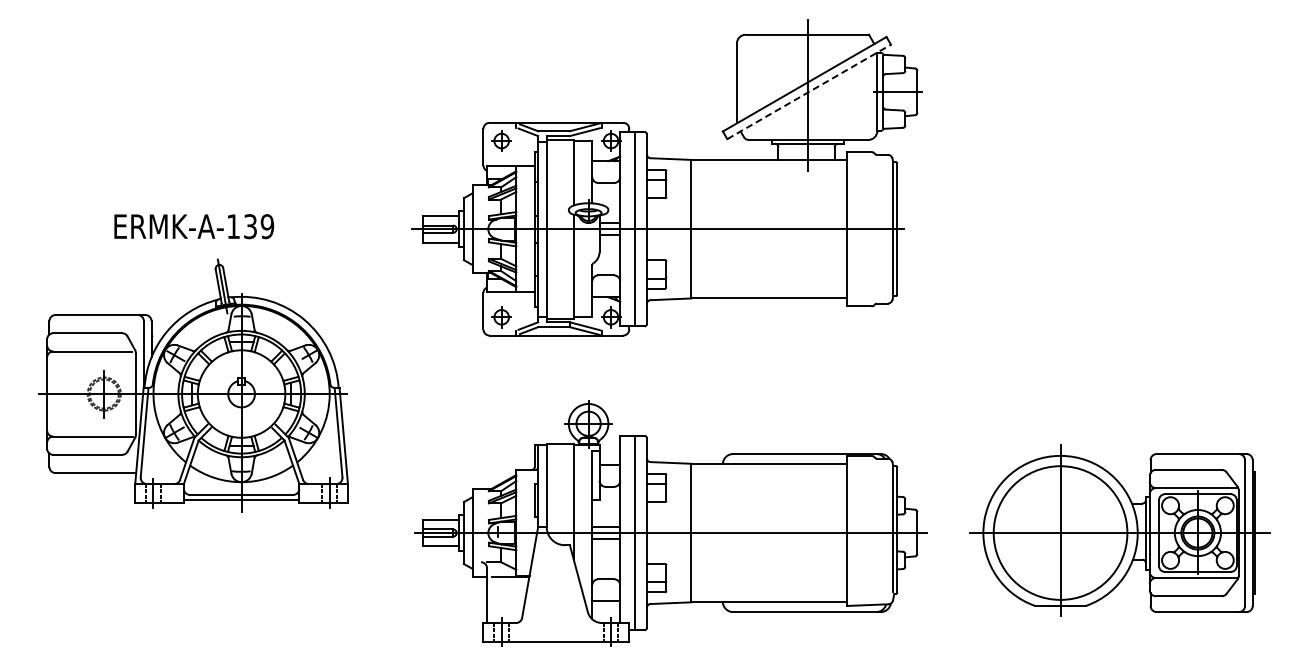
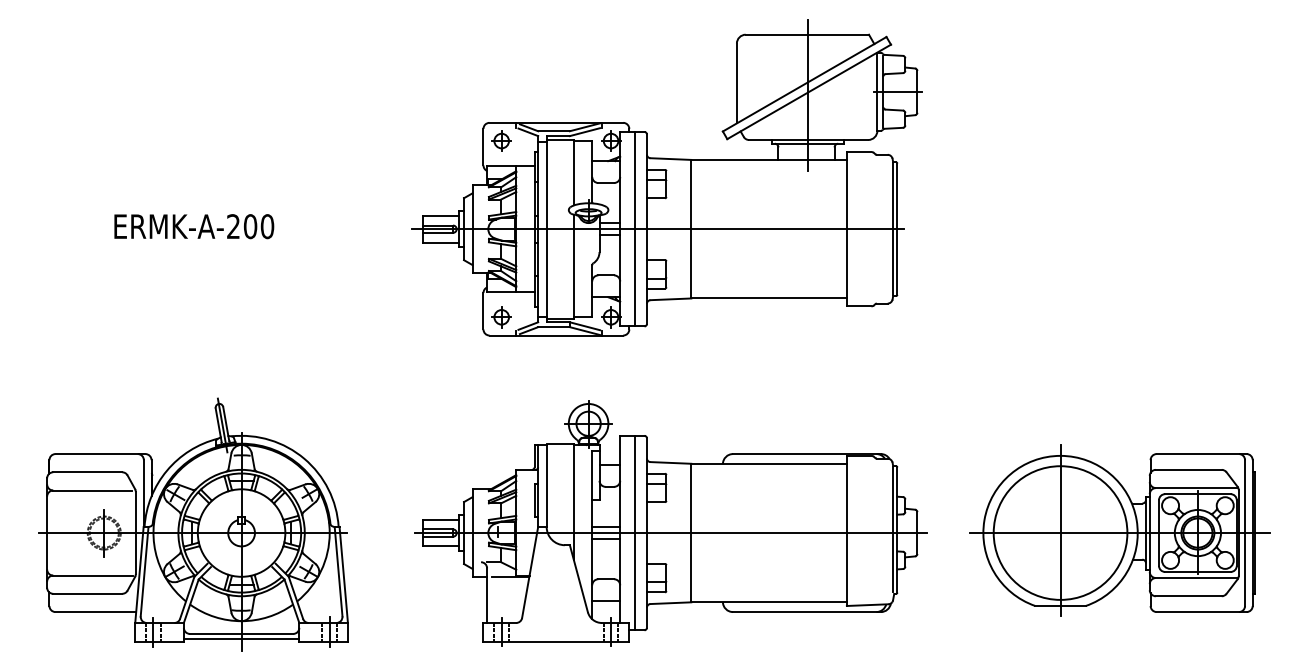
line at (809, 91): dashed -> solid
text at (250, 226): ERMK-A-139 -> ERMK-A-200
part at (193, 385) position: (193, 385) -> (193, 524)
